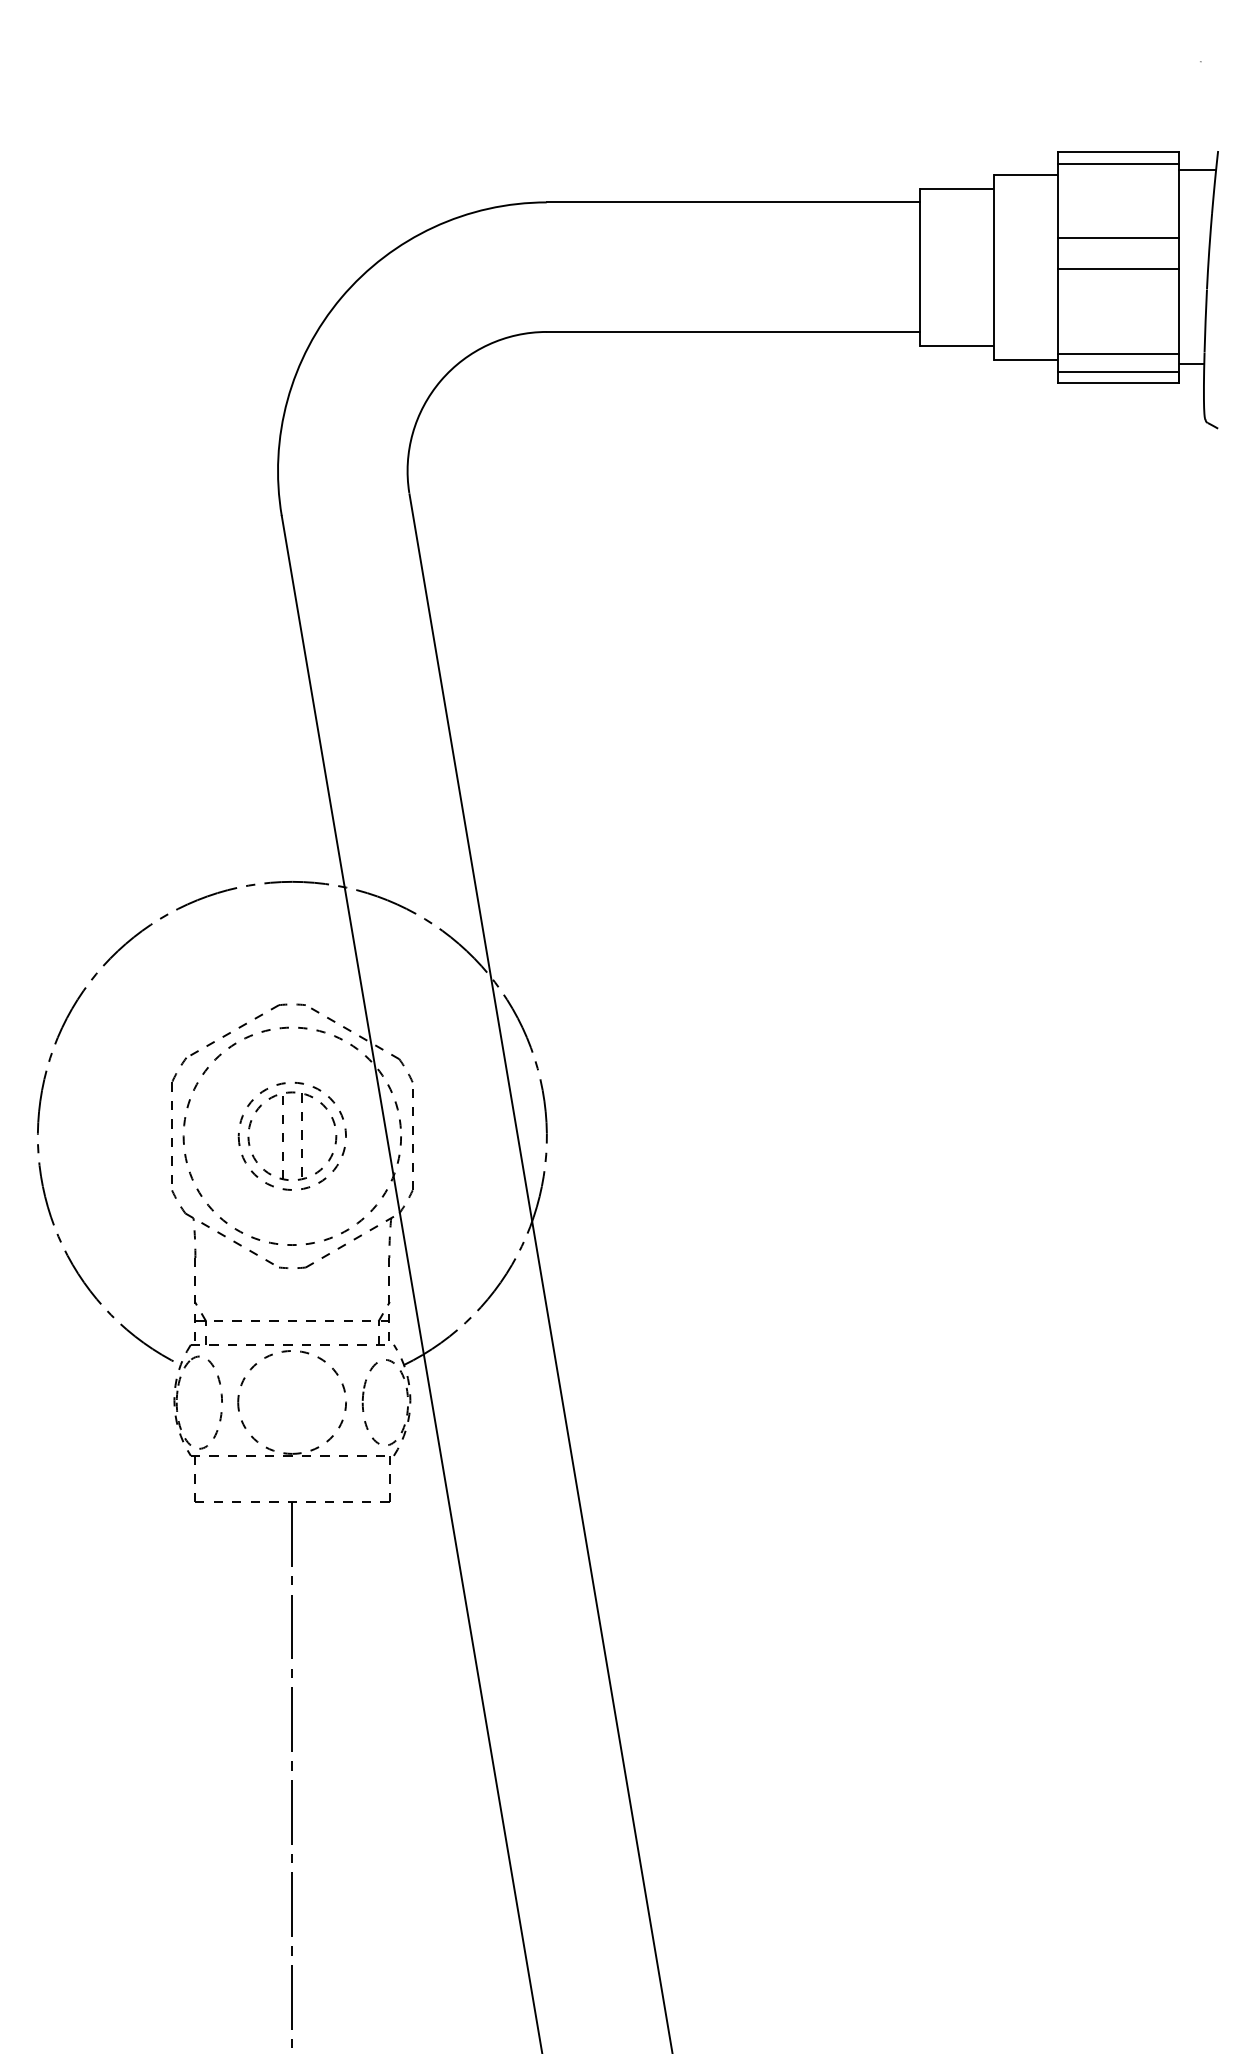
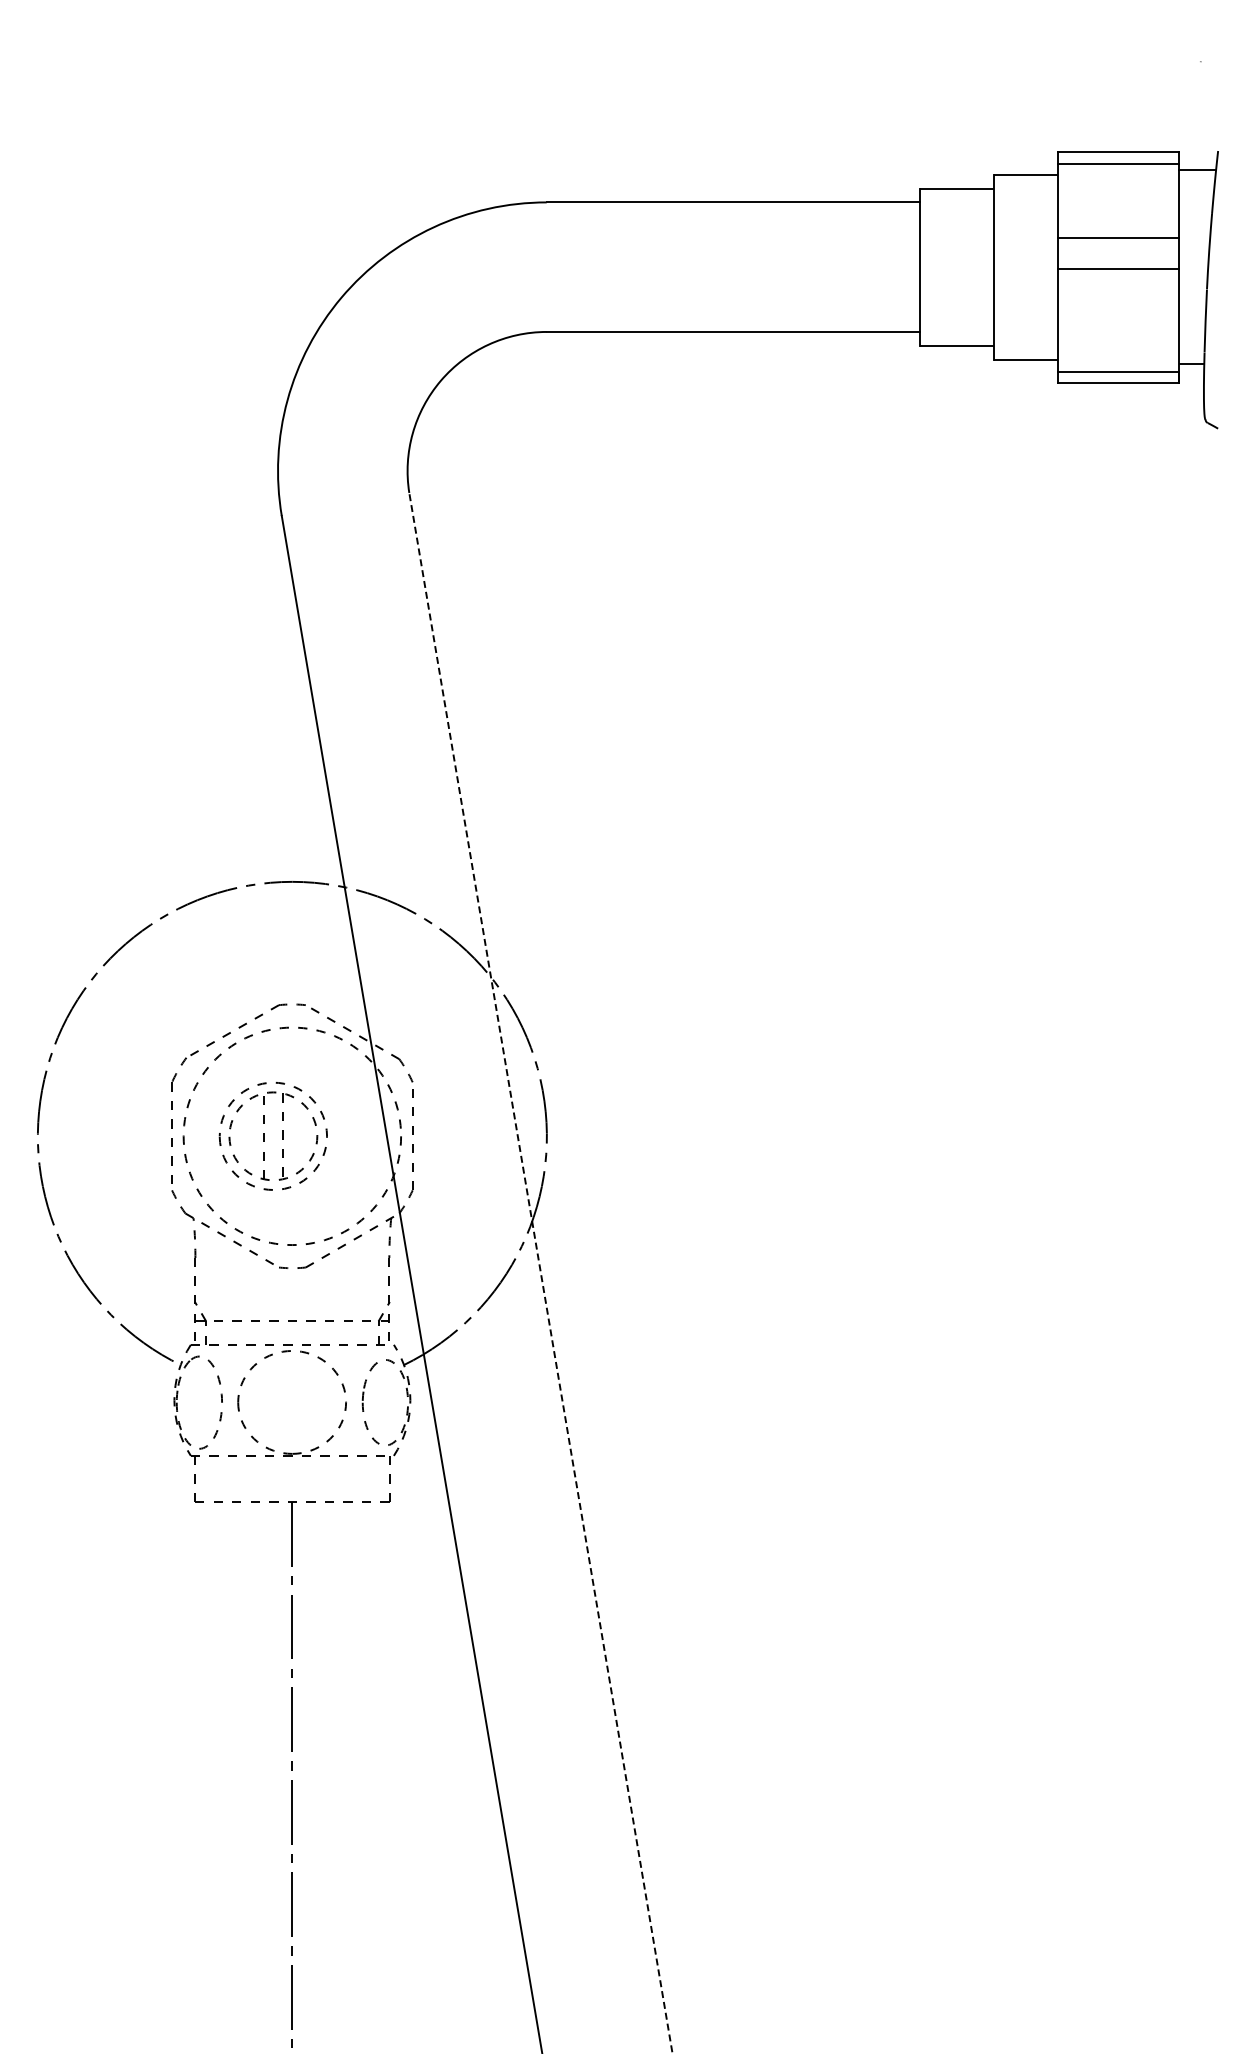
line at (1118, 353): present -> none
part at (283, 1135) position: (283, 1135) -> (264, 1135)
line at (541, 1273): solid -> dashed
